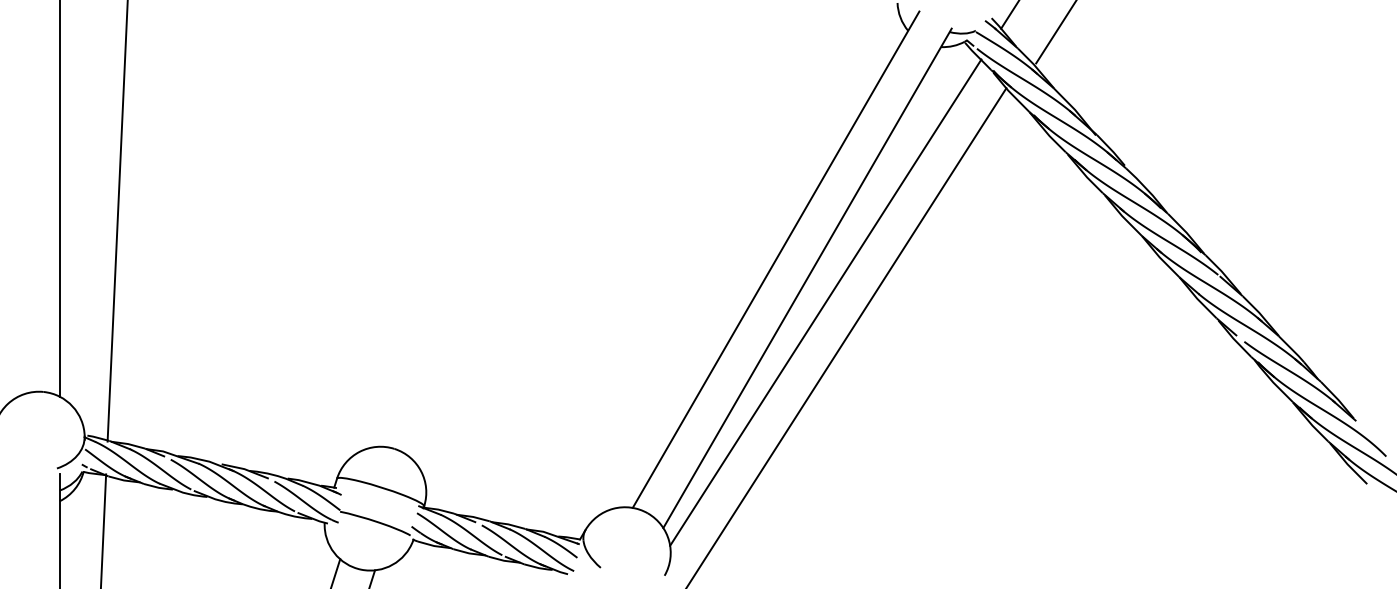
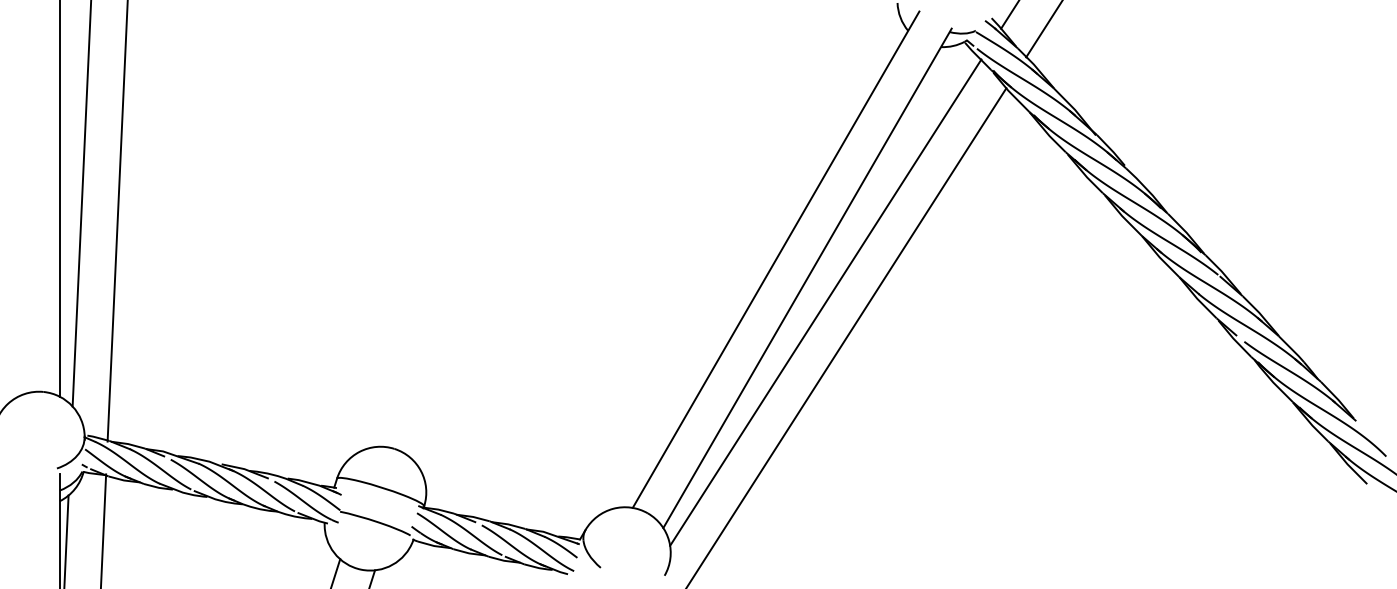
line at (1055, 32) position: (1055, 32) -> (1043, 29)
line at (81, 204): none -> present
line at (66, 540): none -> present
